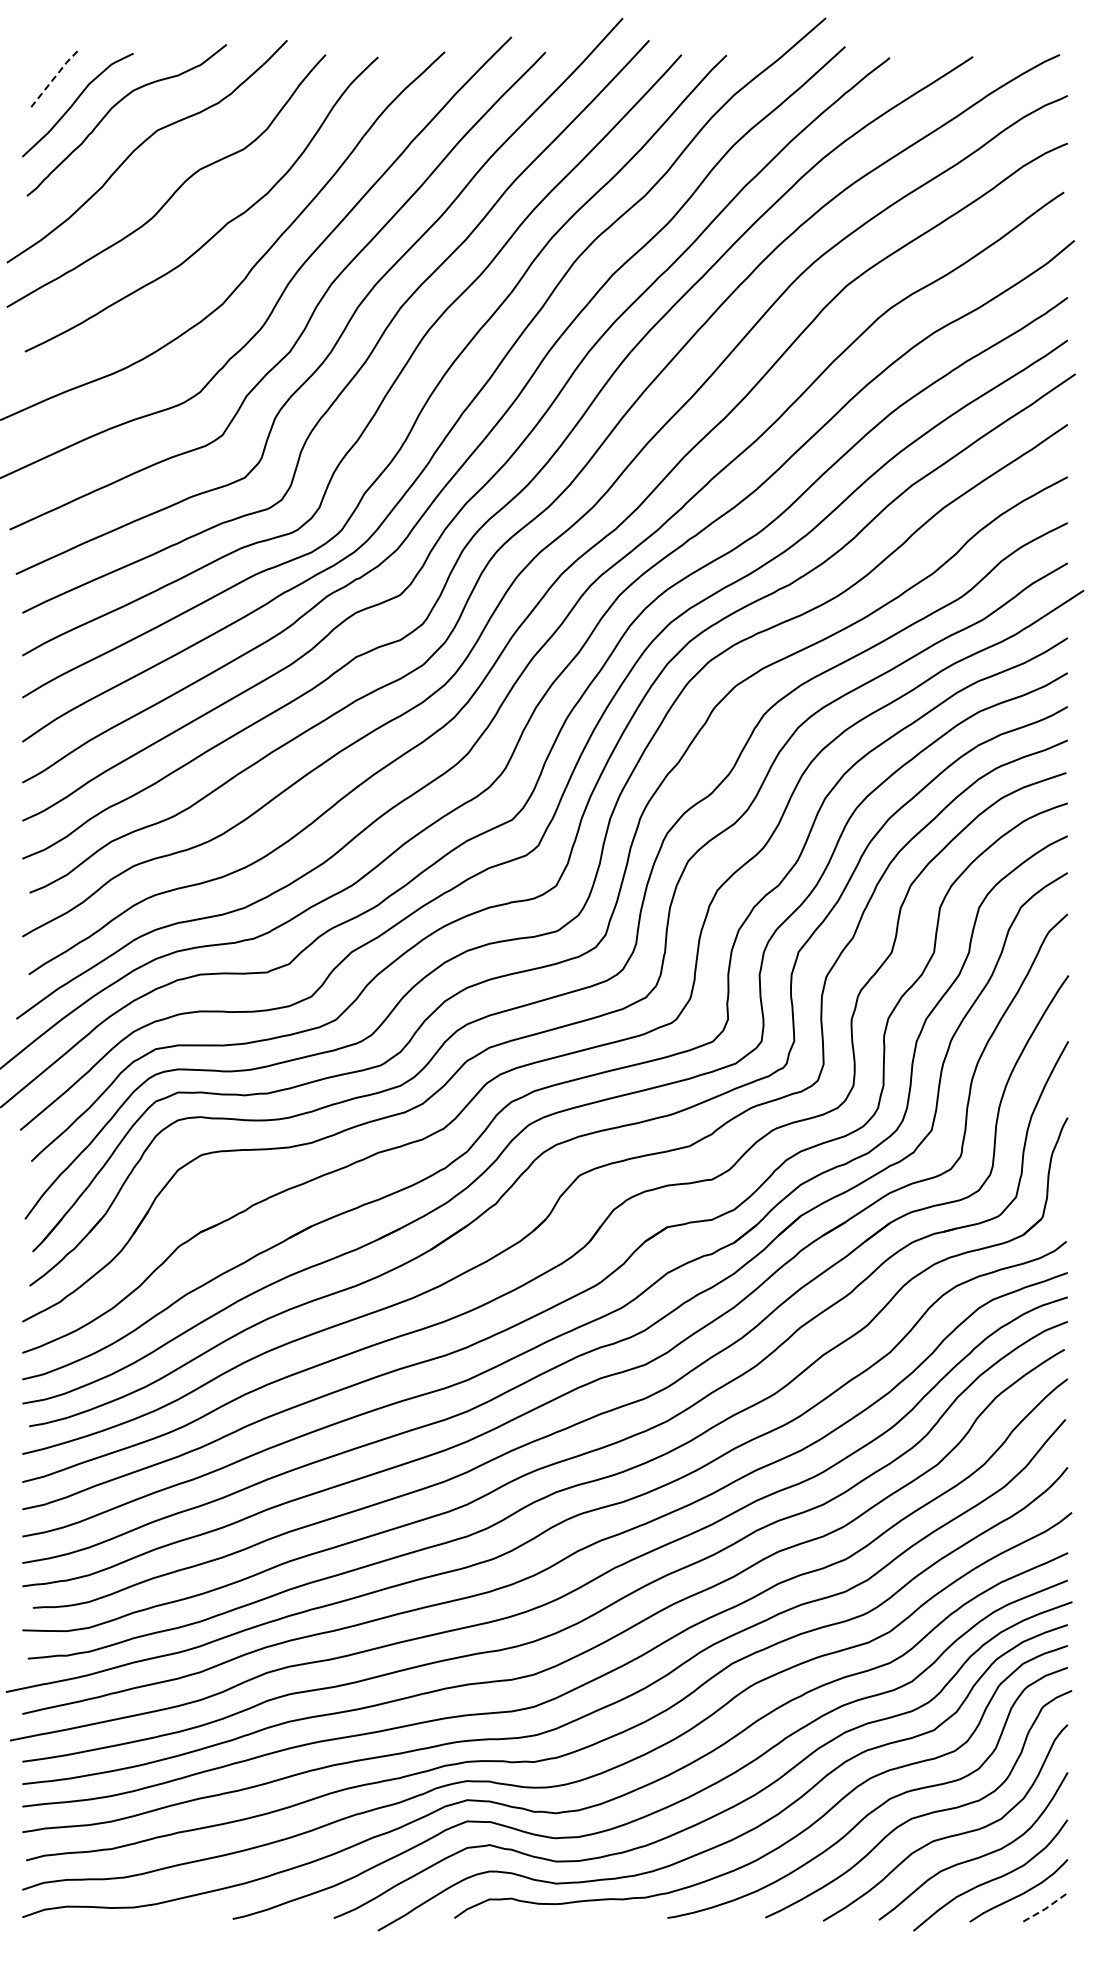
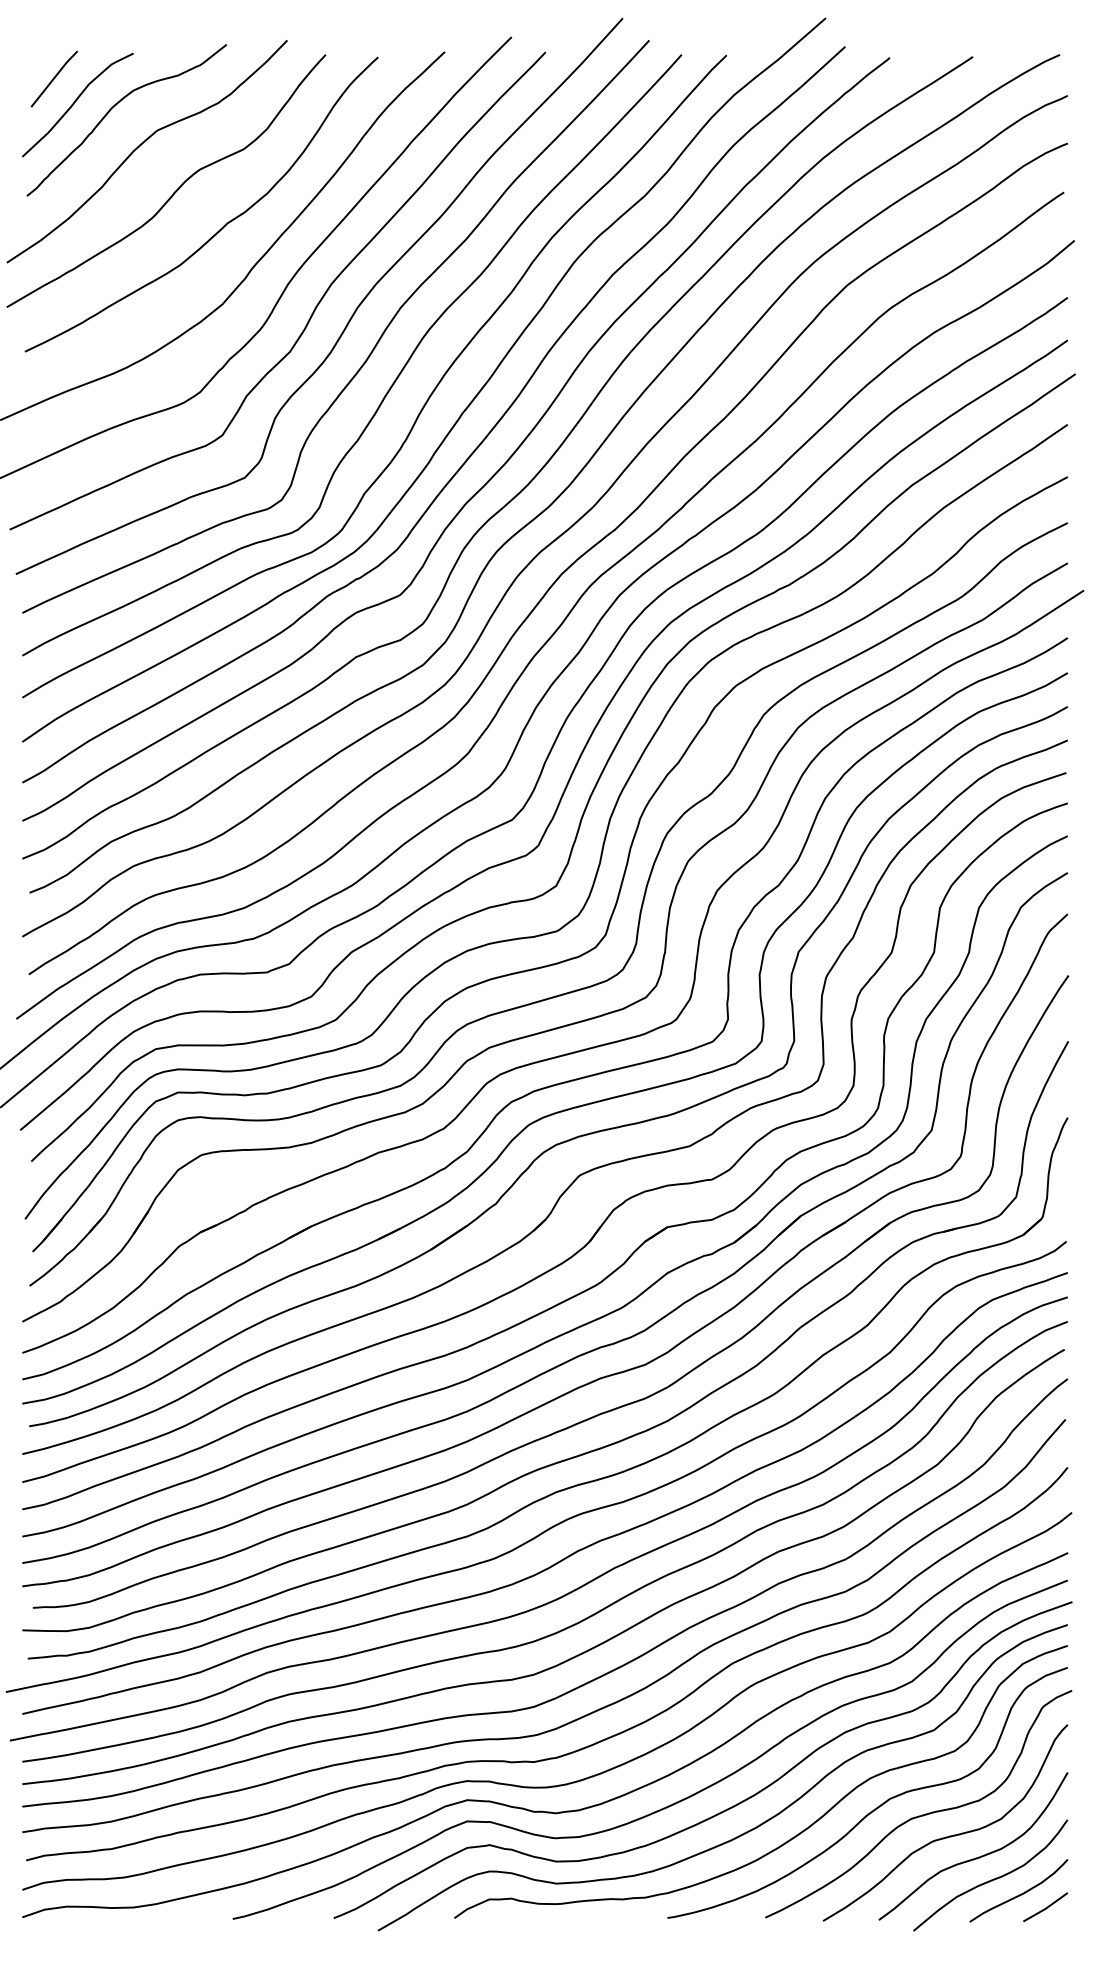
line at (54, 78): dashed -> solid
line at (1046, 1908): dashed -> solid
